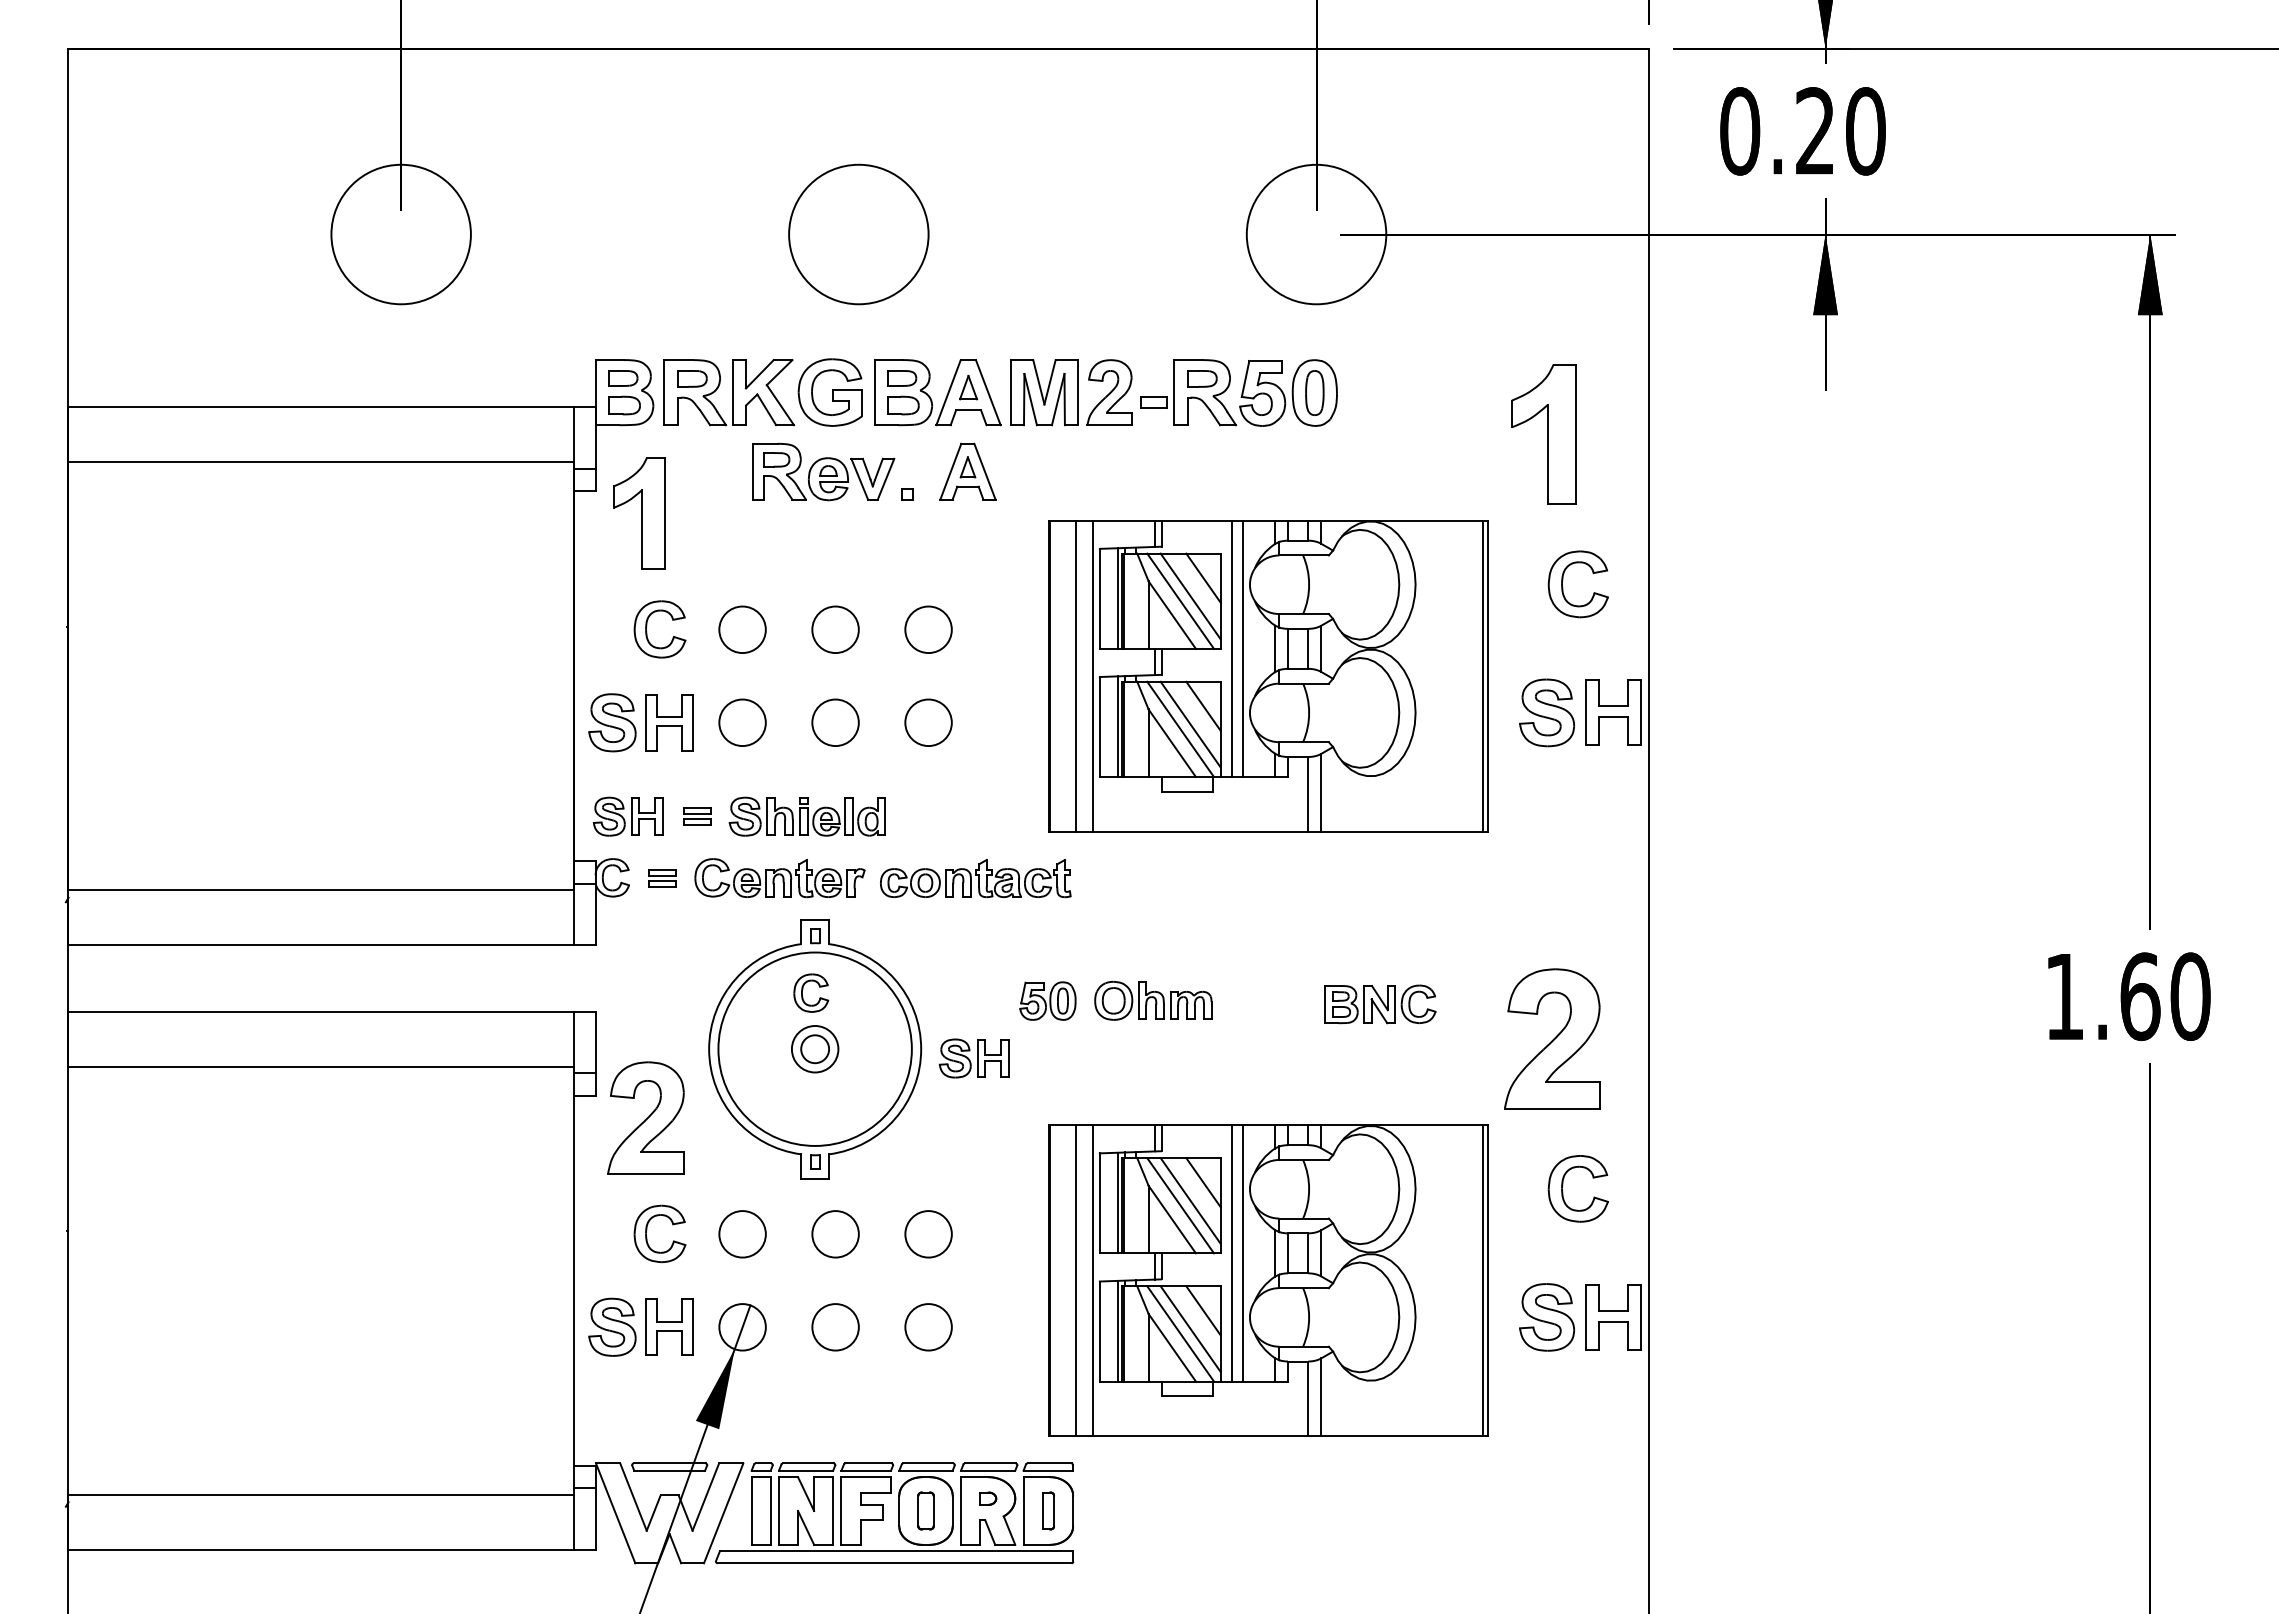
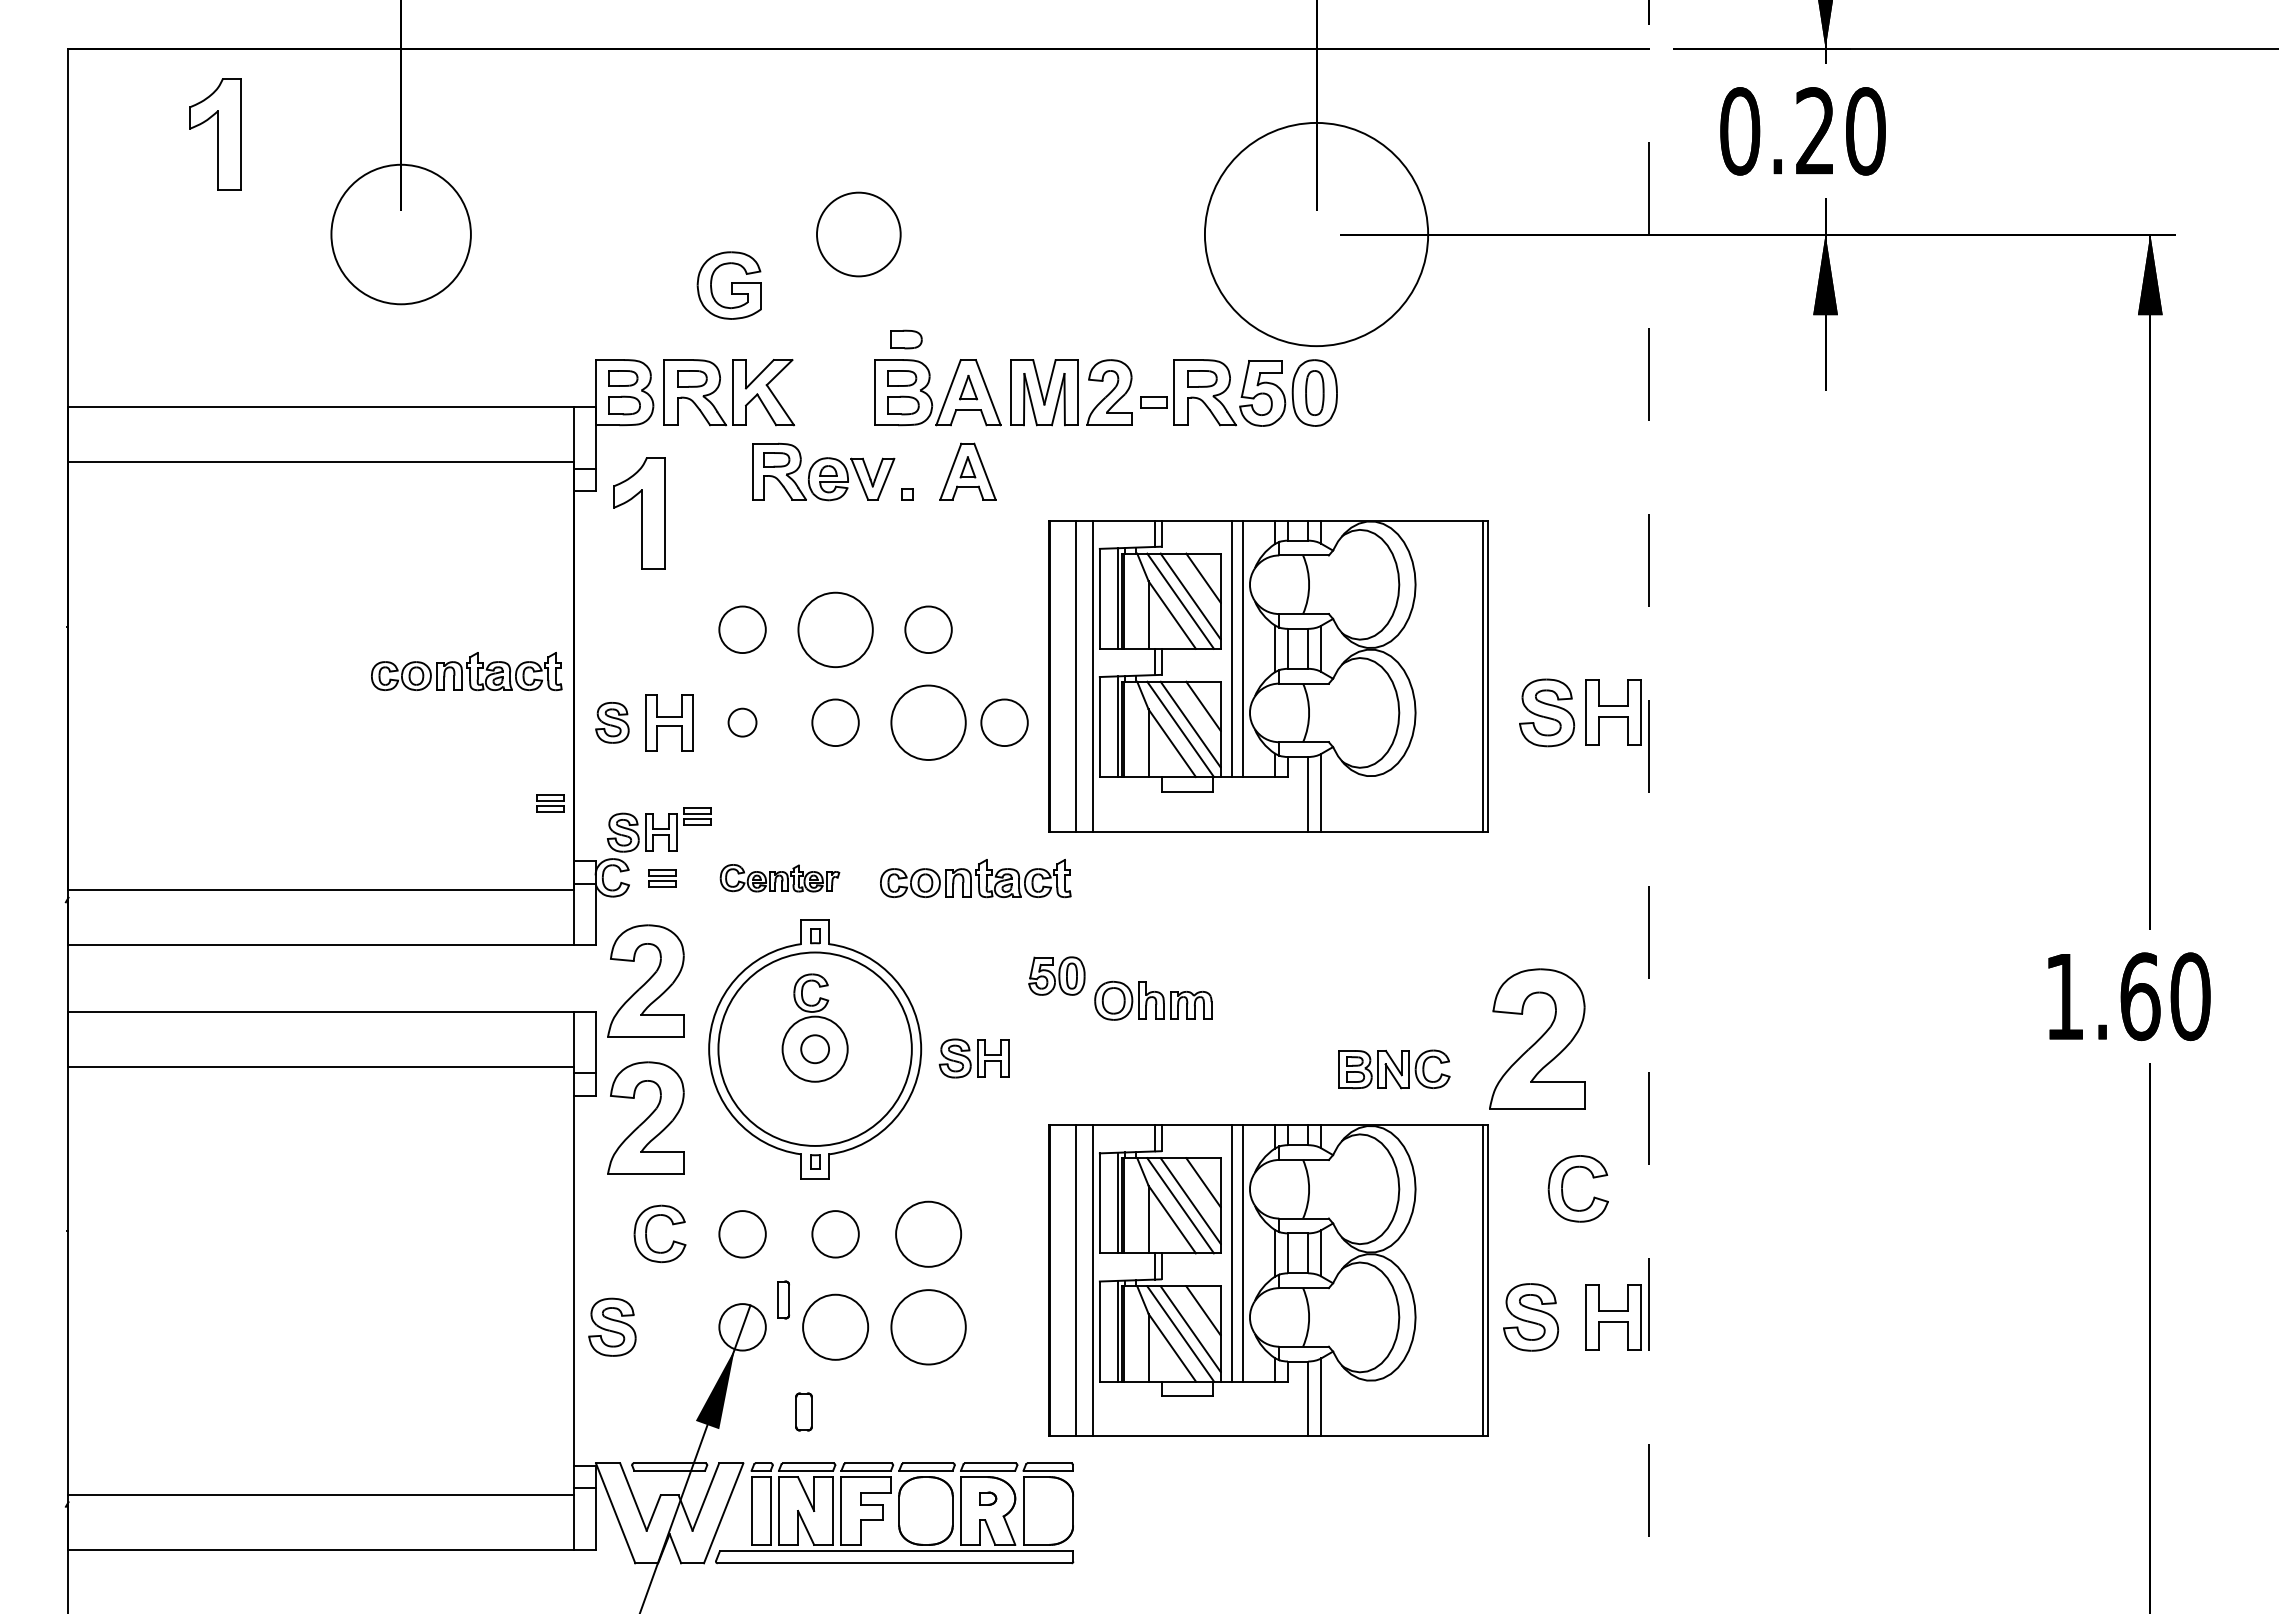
part at (215, 134): none -> present
circle at (858, 234) diameter: 140 px -> 84 px
circle at (1316, 234) diameter: 140 px -> 223 px
part at (906, 339): none -> present
part at (829, 392) position: (829, 392) -> (728, 285)
part at (1543, 434): present -> none
part at (1563, 587): present -> none
part at (647, 626): present -> none
circle at (835, 629) size: 49x49 px -> 77x78 px
part at (466, 671): none -> present
part at (612, 722) size: 49x60 px -> 35x42 px
circle at (742, 722) size: 49x49 px -> 31x31 px
circle at (928, 722) diameter: 47 px -> 74 px
circle at (1004, 722): none -> present
part at (550, 803): none -> present
part at (628, 816) position: (628, 816) -> (642, 832)
part at (806, 816): present -> none
line at (1649, 831): solid -> dashed
part at (779, 878) size: 172x41 px -> 122x29 px
part at (645, 980): none -> present
part at (1047, 1000) position: (1047, 1000) -> (1056, 975)
part at (1380, 1004) position: (1380, 1004) -> (1394, 1069)
part at (1552, 1038) position: (1552, 1038) -> (1537, 1038)
circle at (814, 1049) diameter: 47 px -> 65 px
circle at (928, 1234) diameter: 47 px -> 65 px
part at (1547, 1317) position: (1547, 1317) -> (1531, 1317)
part at (669, 1326): present -> none
circle at (835, 1327) diameter: 47 px -> 65 px
circle at (928, 1327) diameter: 47 px -> 74 px
part at (925, 1510) position: (925, 1510) -> (803, 1411)
part at (1048, 1510) position: (1048, 1510) -> (783, 1299)
